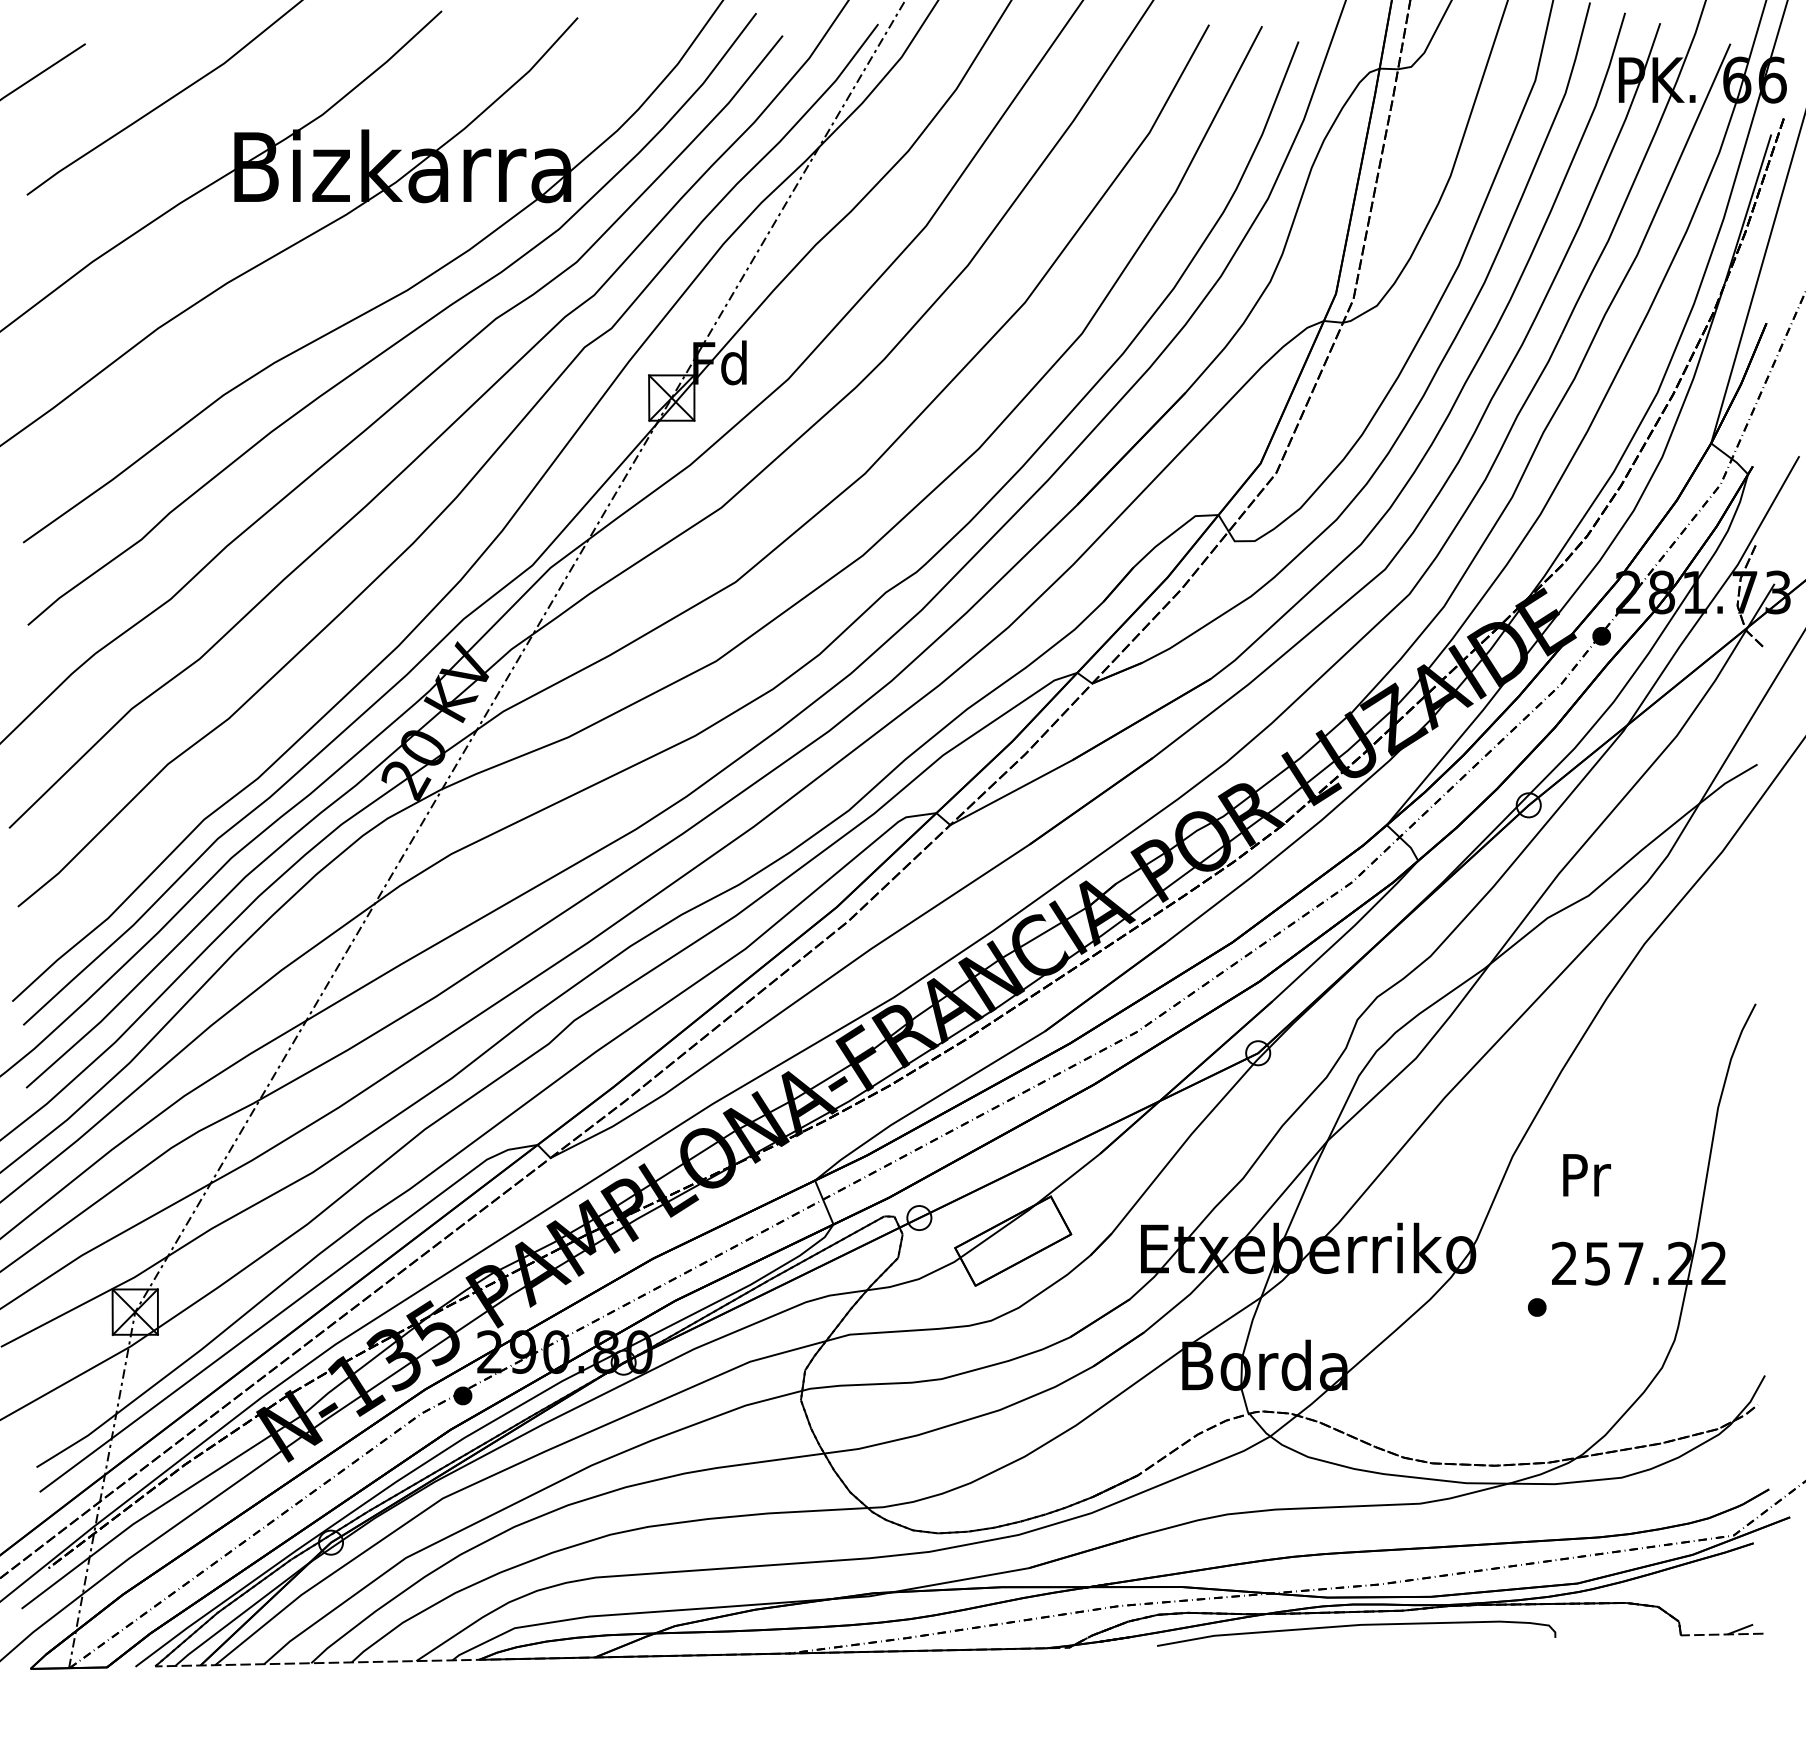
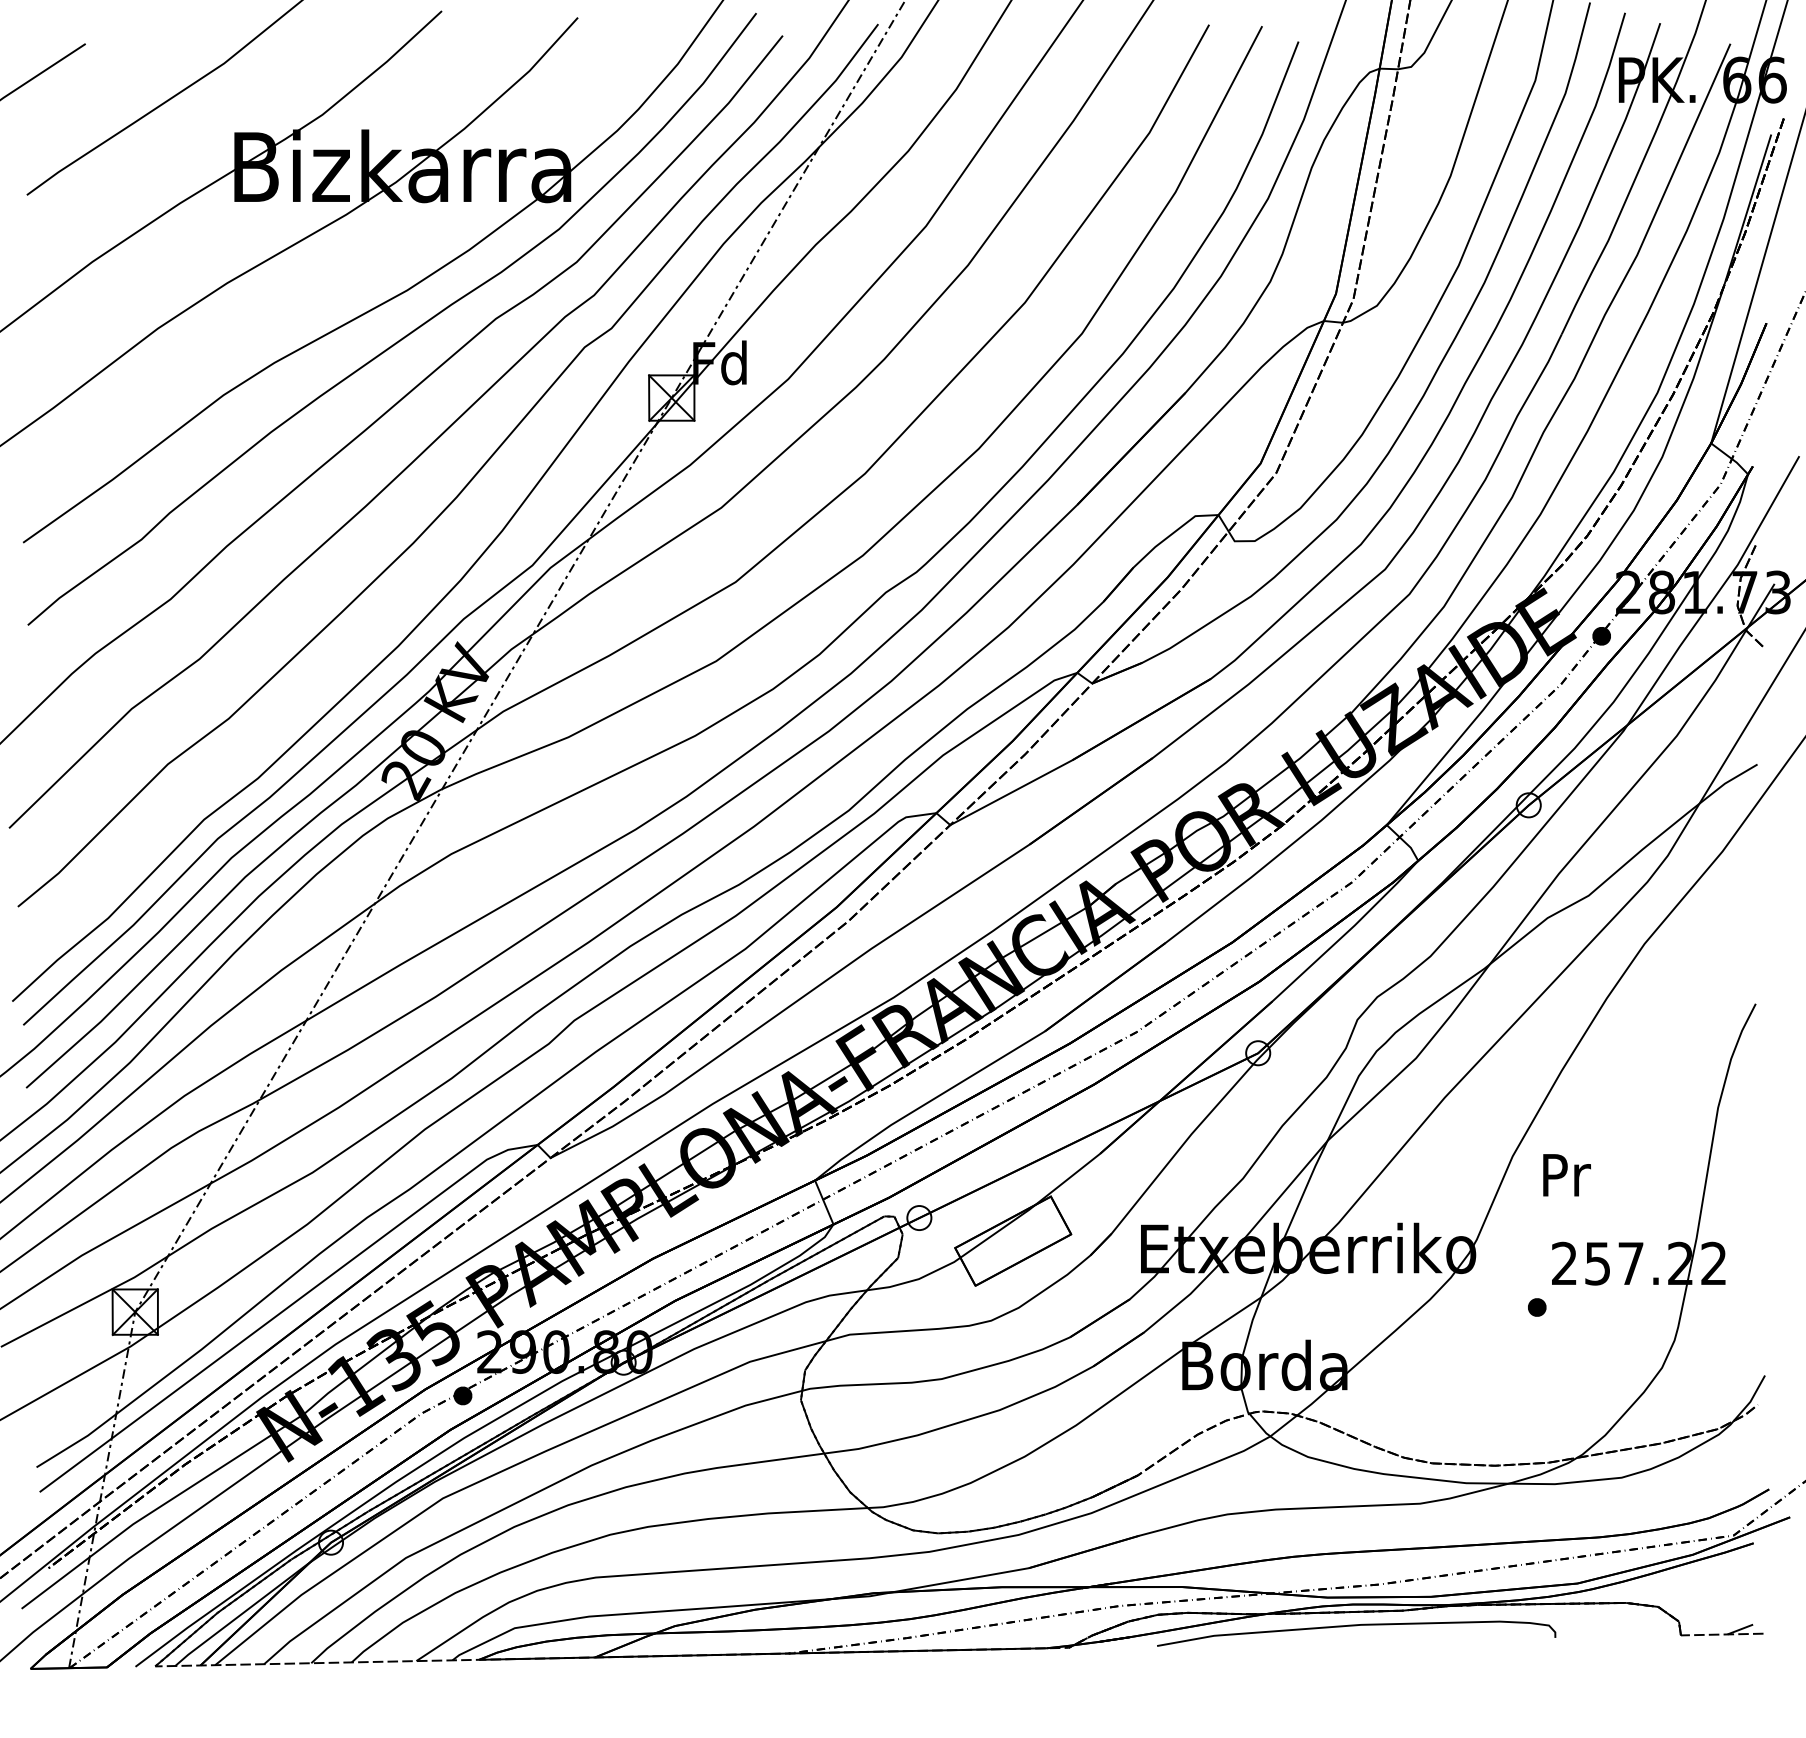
text at (1586, 1175) position: (1586, 1175) -> (1566, 1175)
